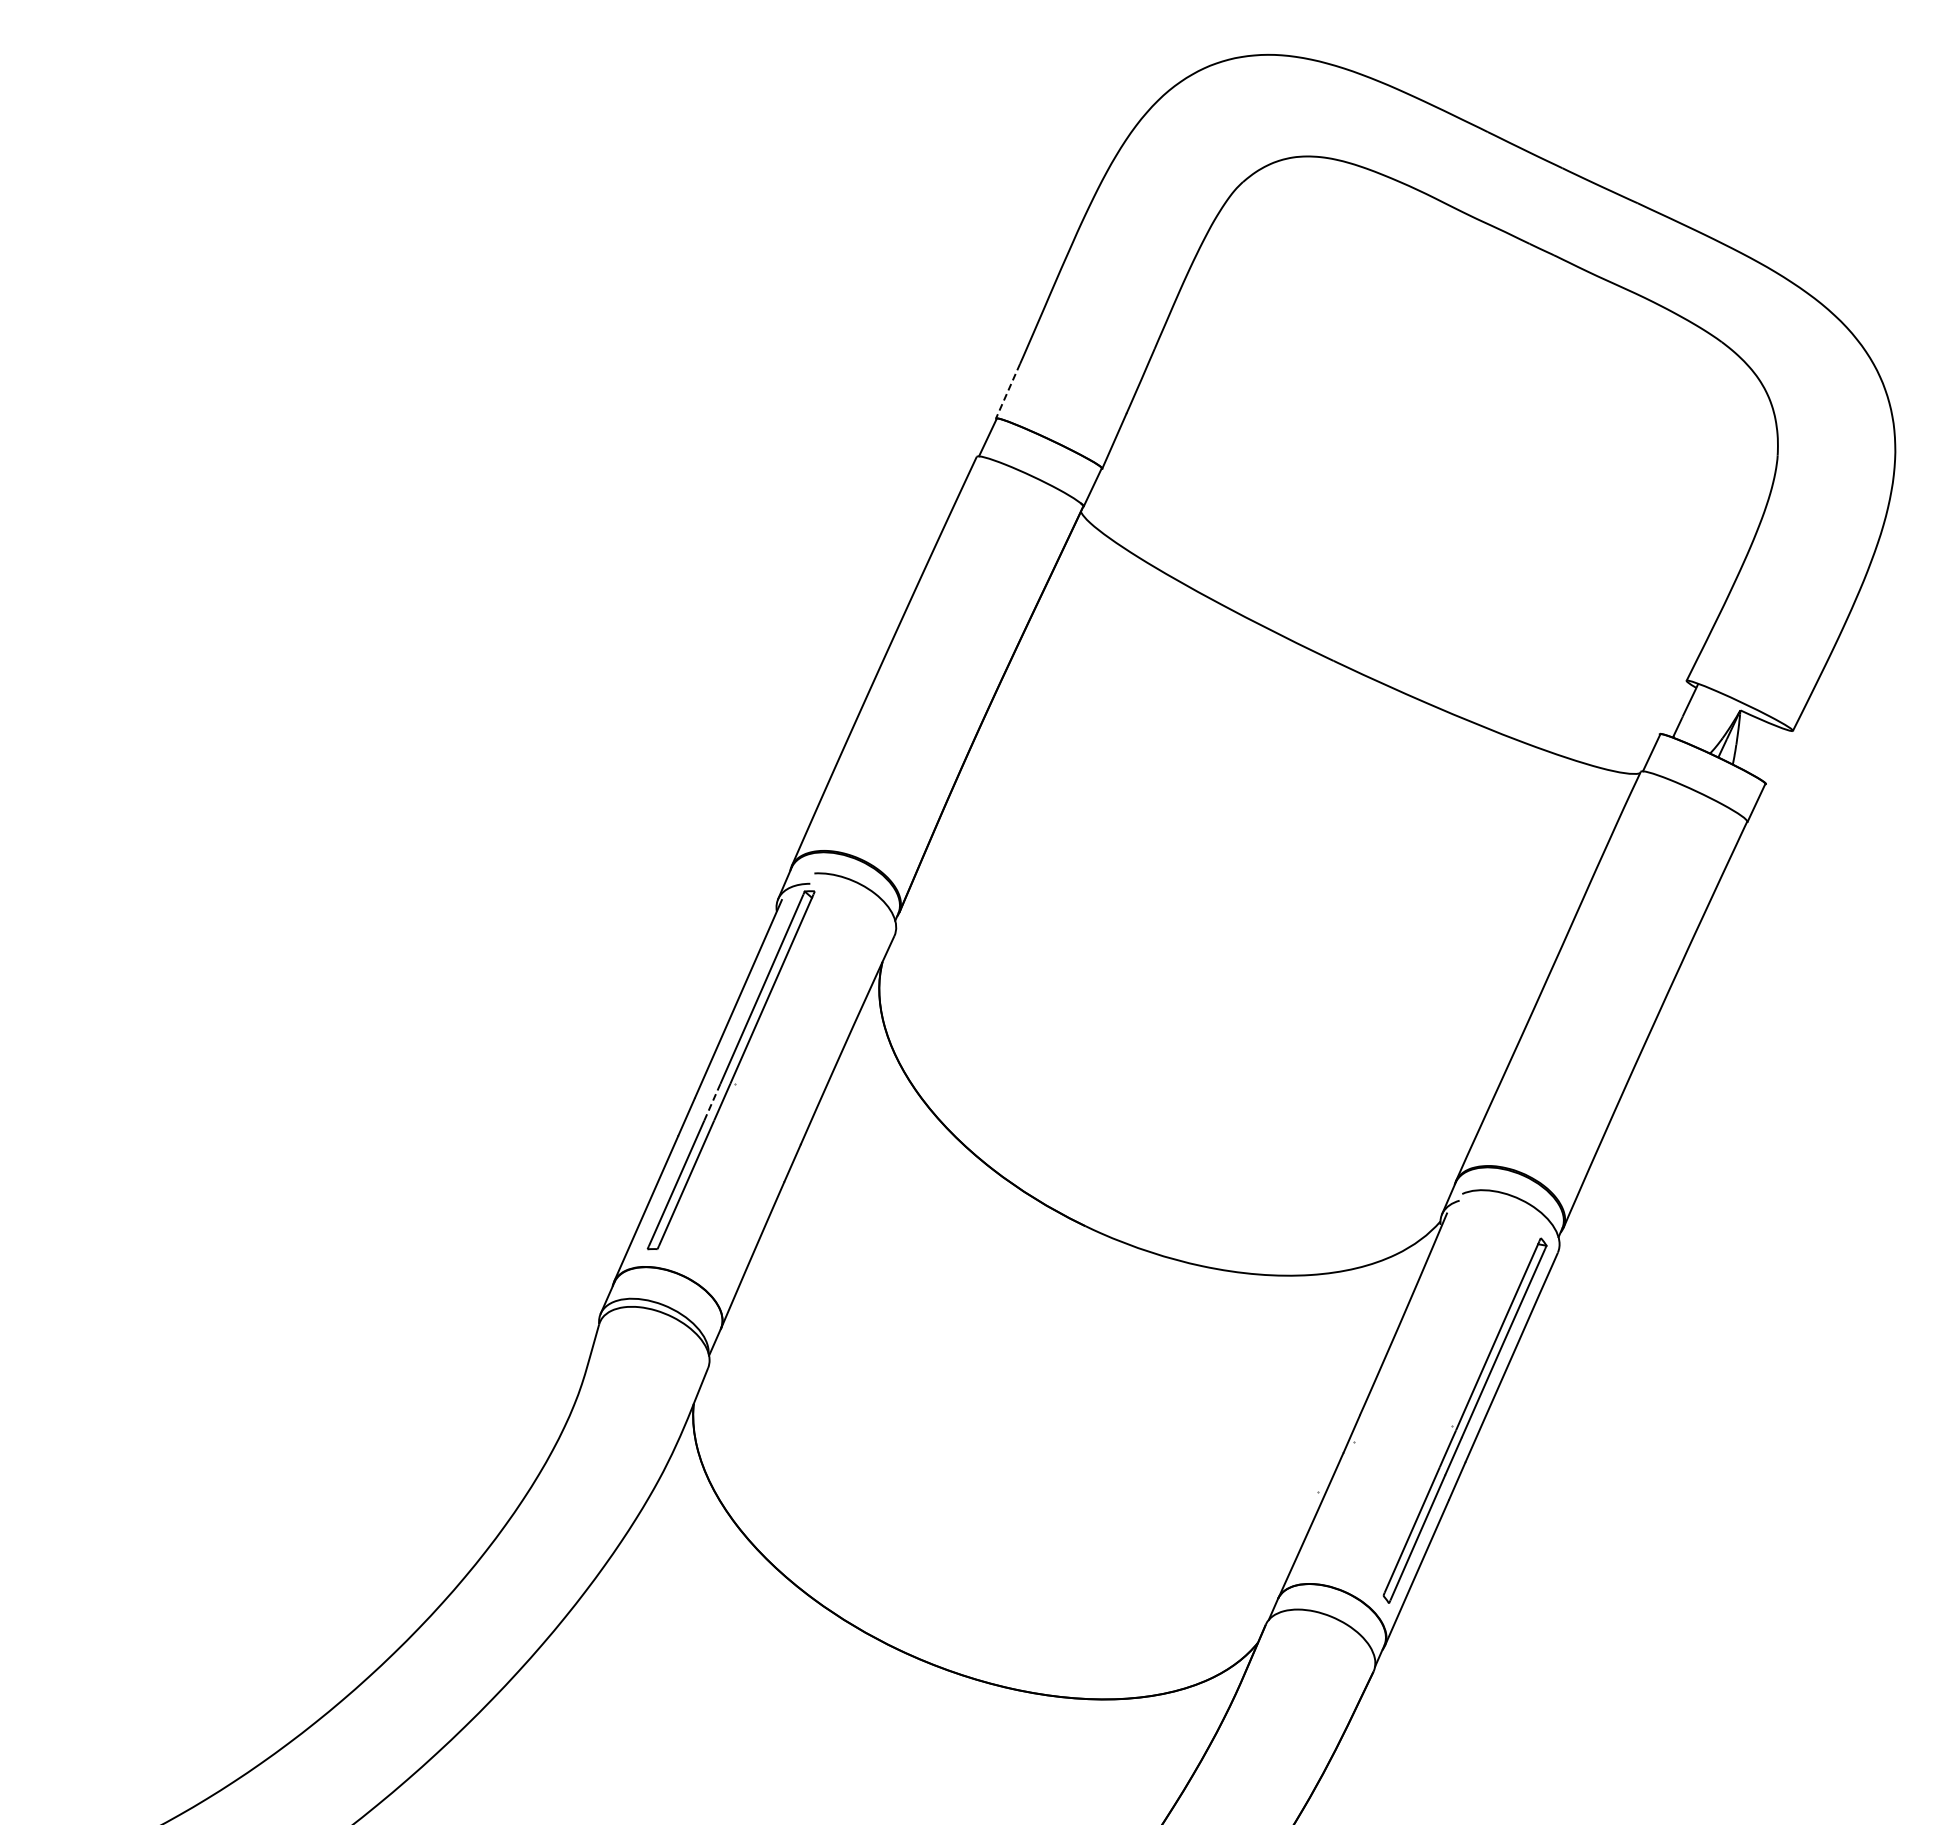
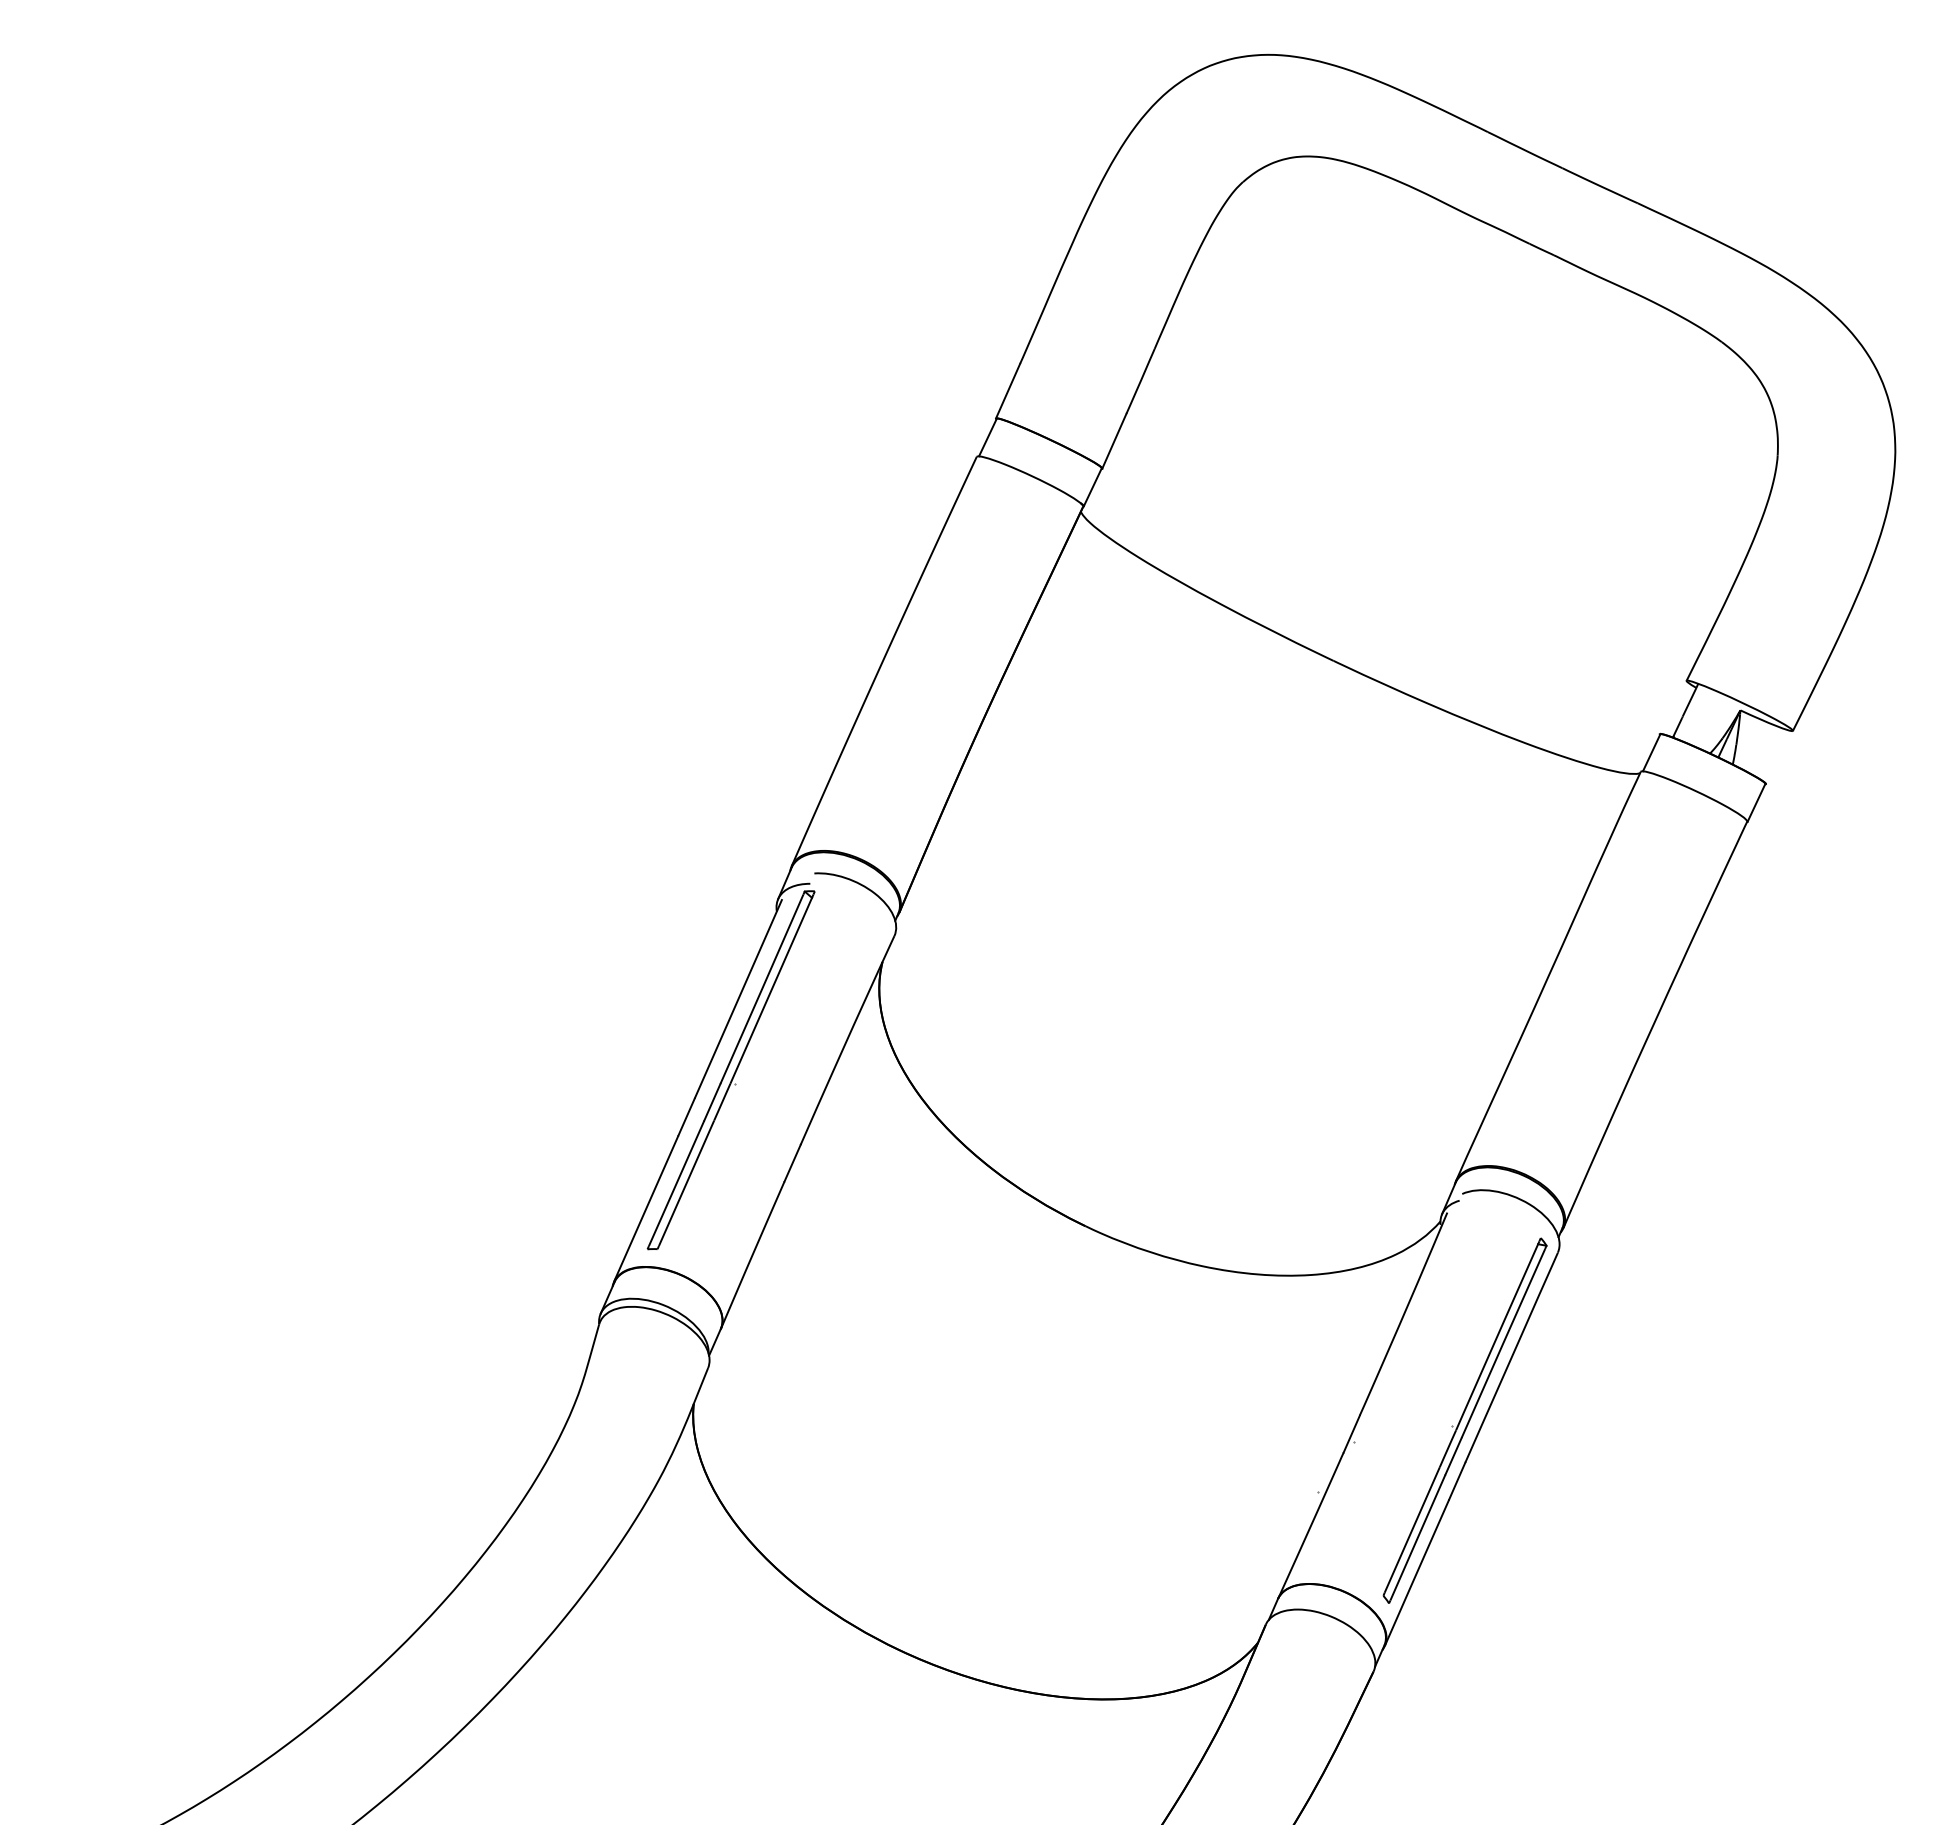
line at (1008, 391): dashed -> solid
line at (712, 1101): dashed -> solid
